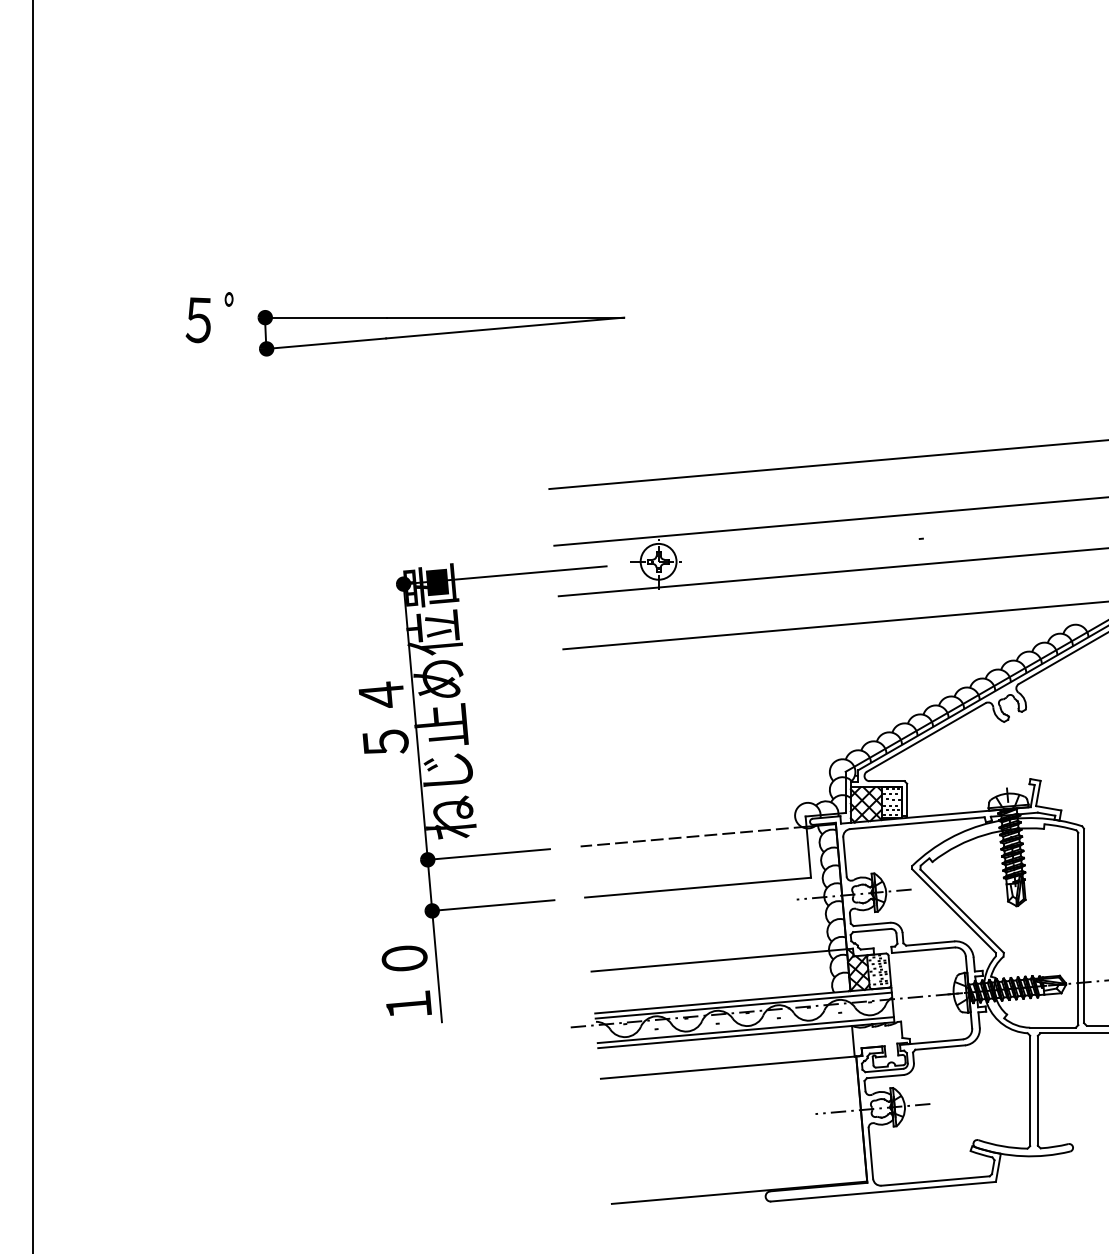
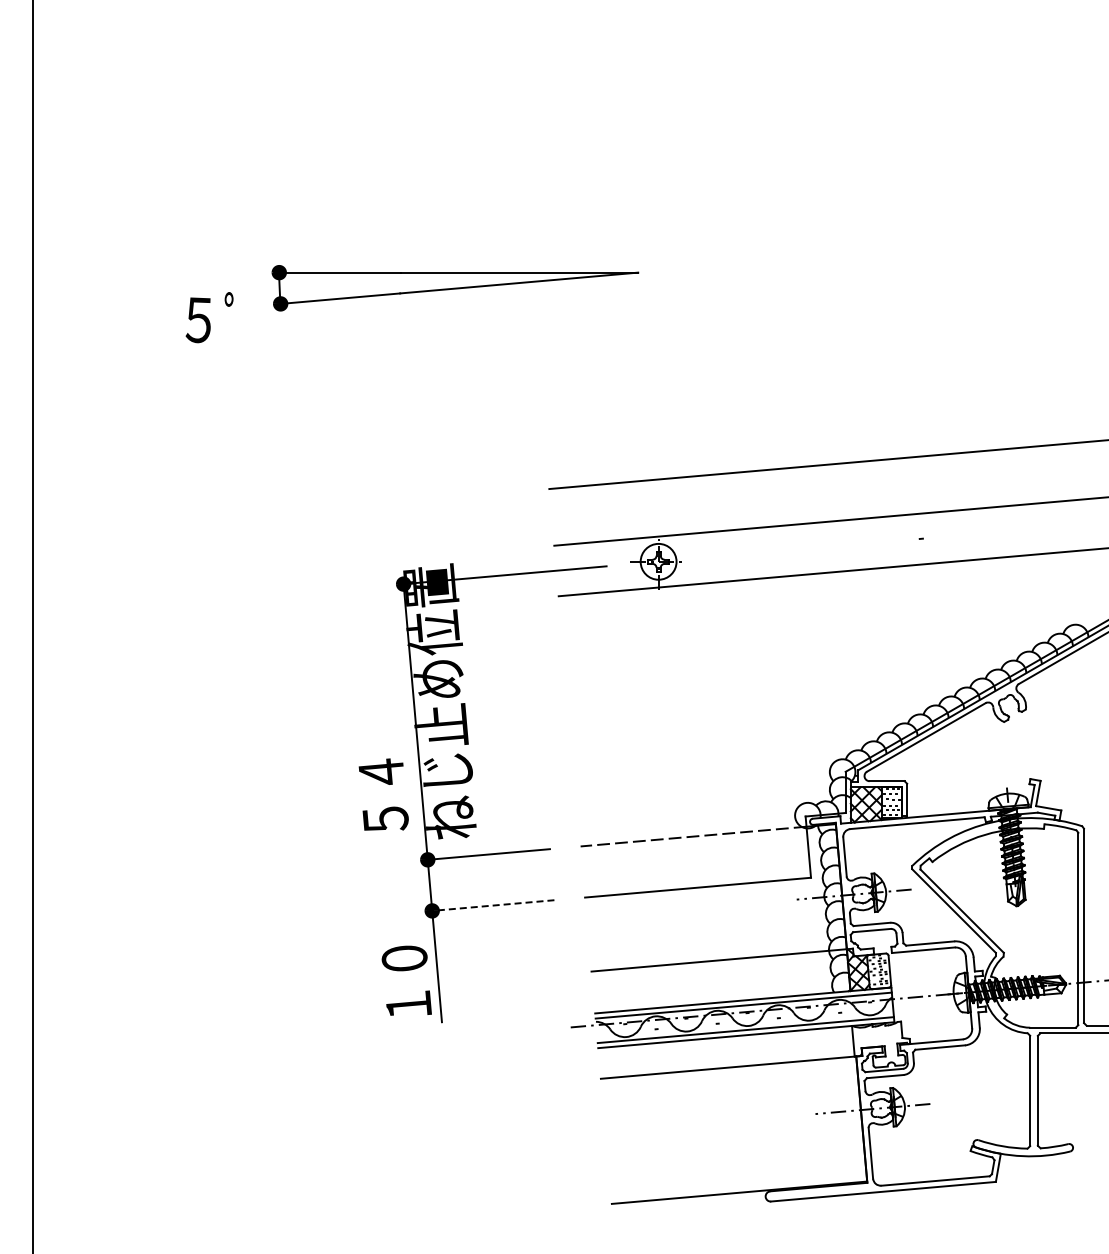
part at (441, 333) position: (441, 333) -> (455, 288)
line at (834, 625): present -> none
text at (383, 717) position: (383, 717) -> (383, 794)
line at (490, 905): solid -> dashed
